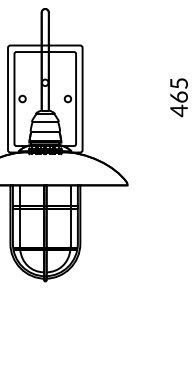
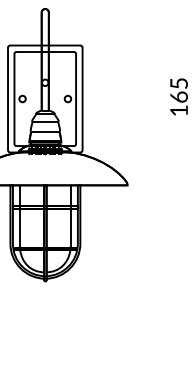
text at (178, 110): 465 -> 165
